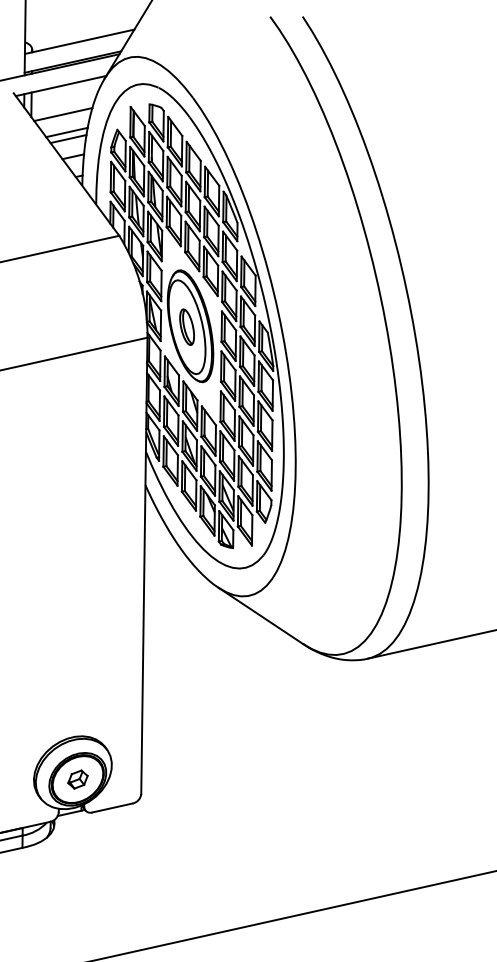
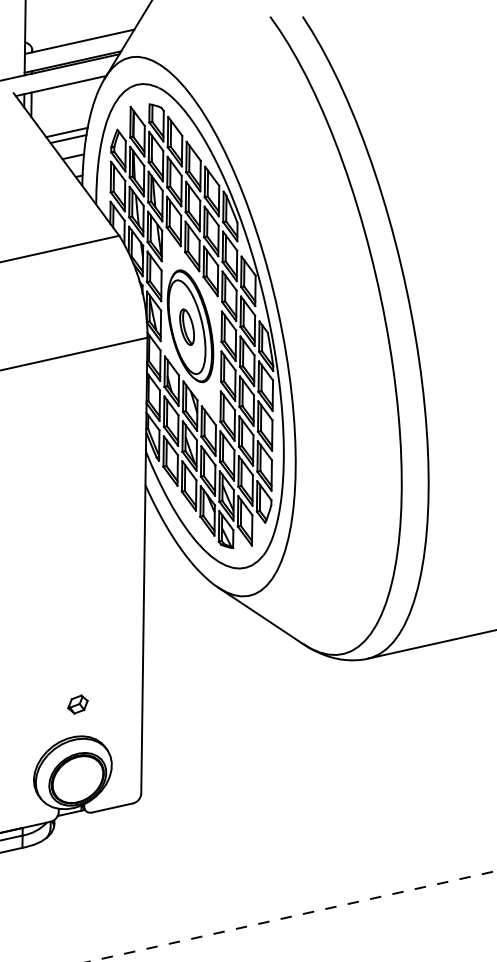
line at (63, 114): present -> none
part at (77, 779) position: (77, 779) -> (77, 704)
line at (292, 916): solid -> dashed
